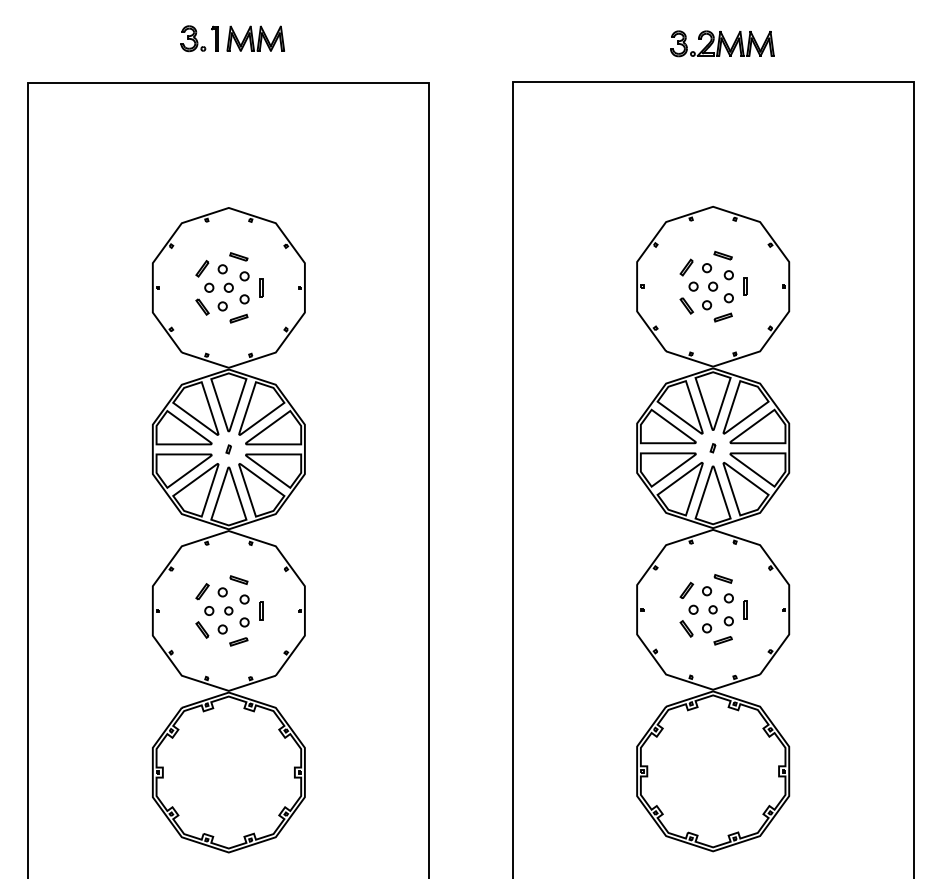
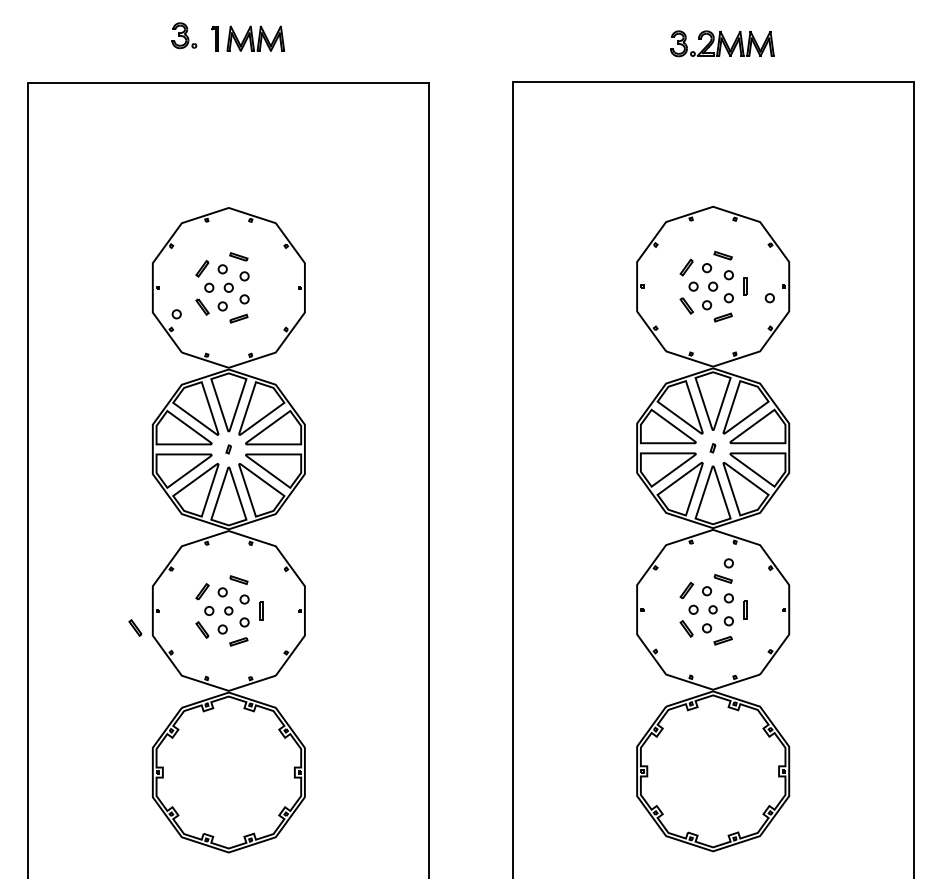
part at (193, 38) position: (193, 38) -> (184, 35)
part at (261, 287): present -> none
circle at (769, 298): none -> present
circle at (176, 314): none -> present
circle at (728, 563): none -> present
part at (135, 627): none -> present
